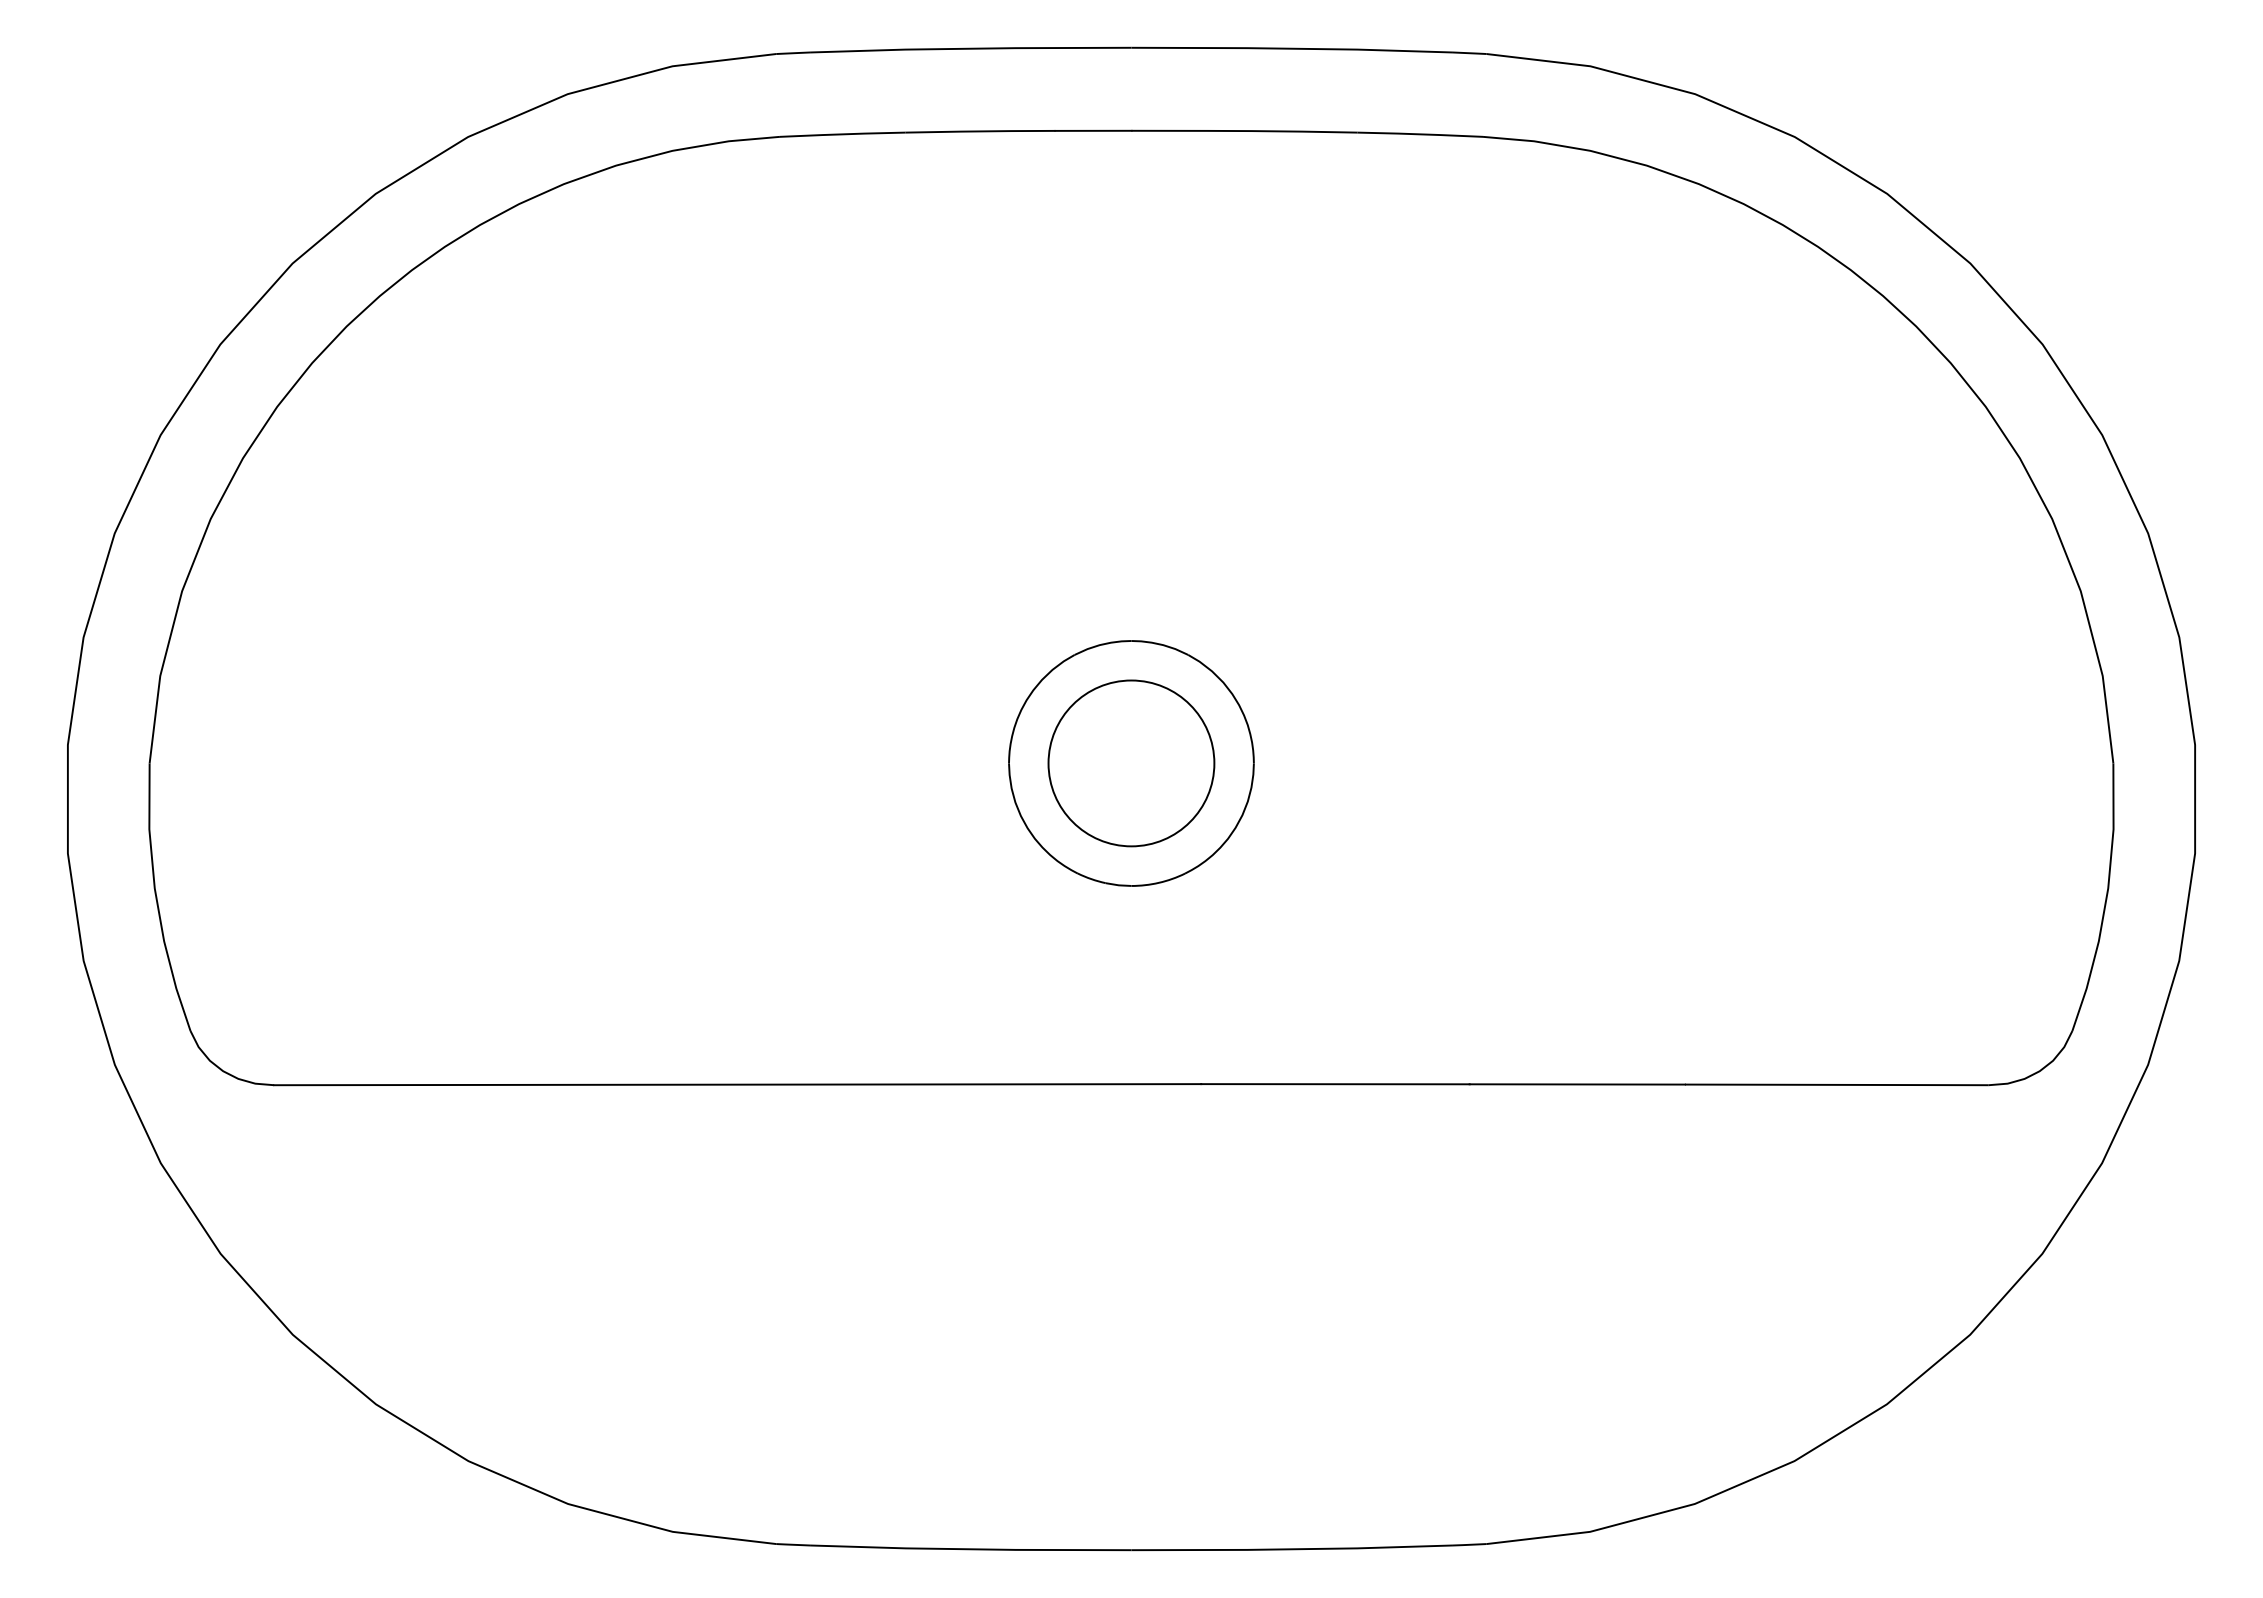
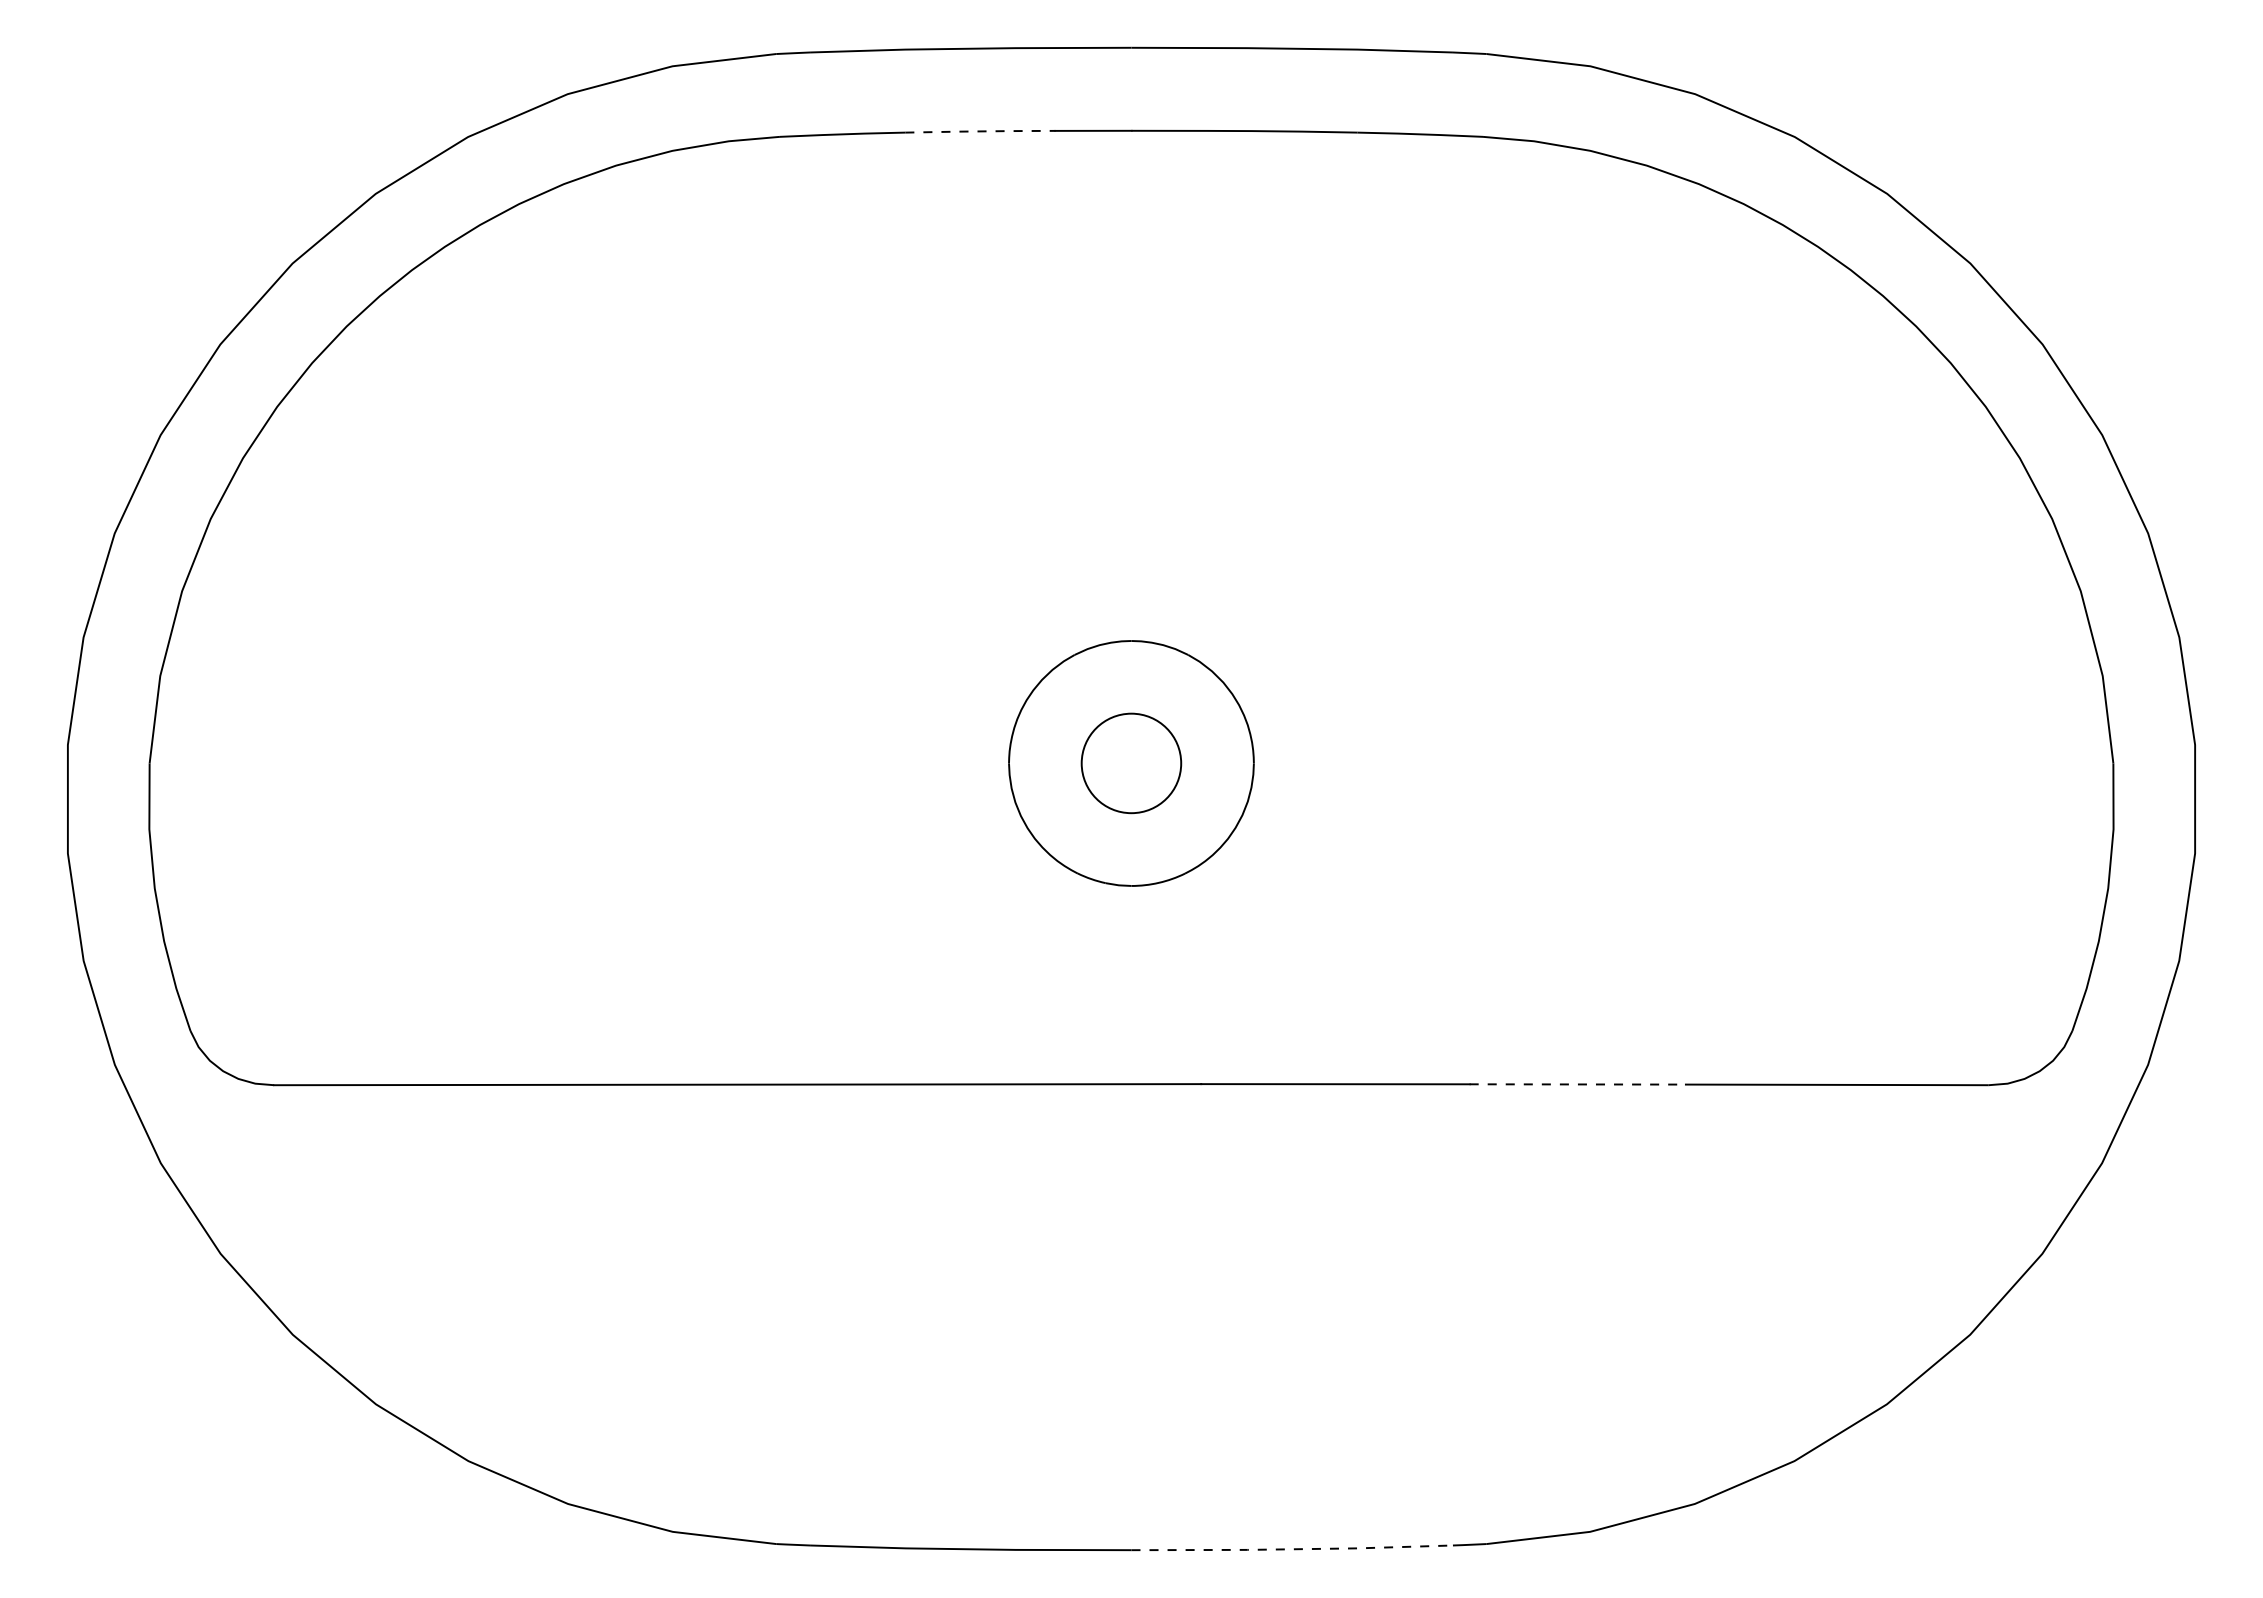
line at (980, 131): solid -> dashed
circle at (1131, 763) diameter: 166 px -> 100 px
line at (1577, 1084): solid -> dashed
line at (1292, 1549): solid -> dashed
